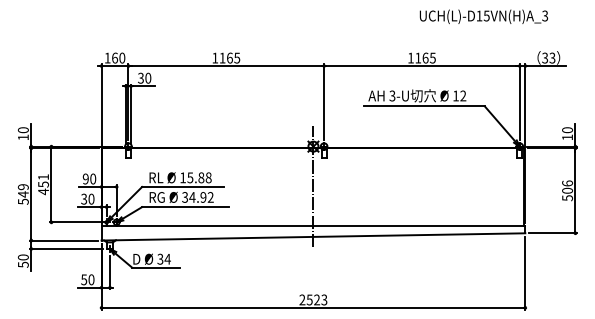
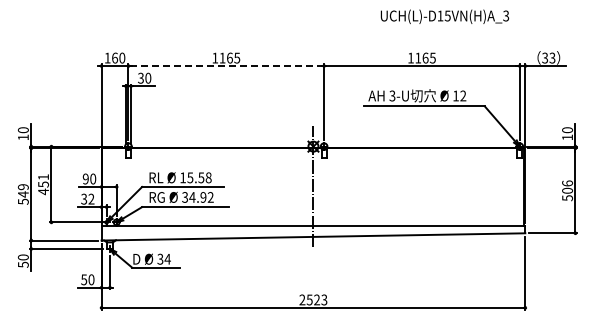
text at (483, 16) position: (483, 16) -> (444, 16)
line at (226, 66): solid -> dashed
text at (201, 177): 15.88 -> 15.58
text at (91, 198): 30 -> 32
